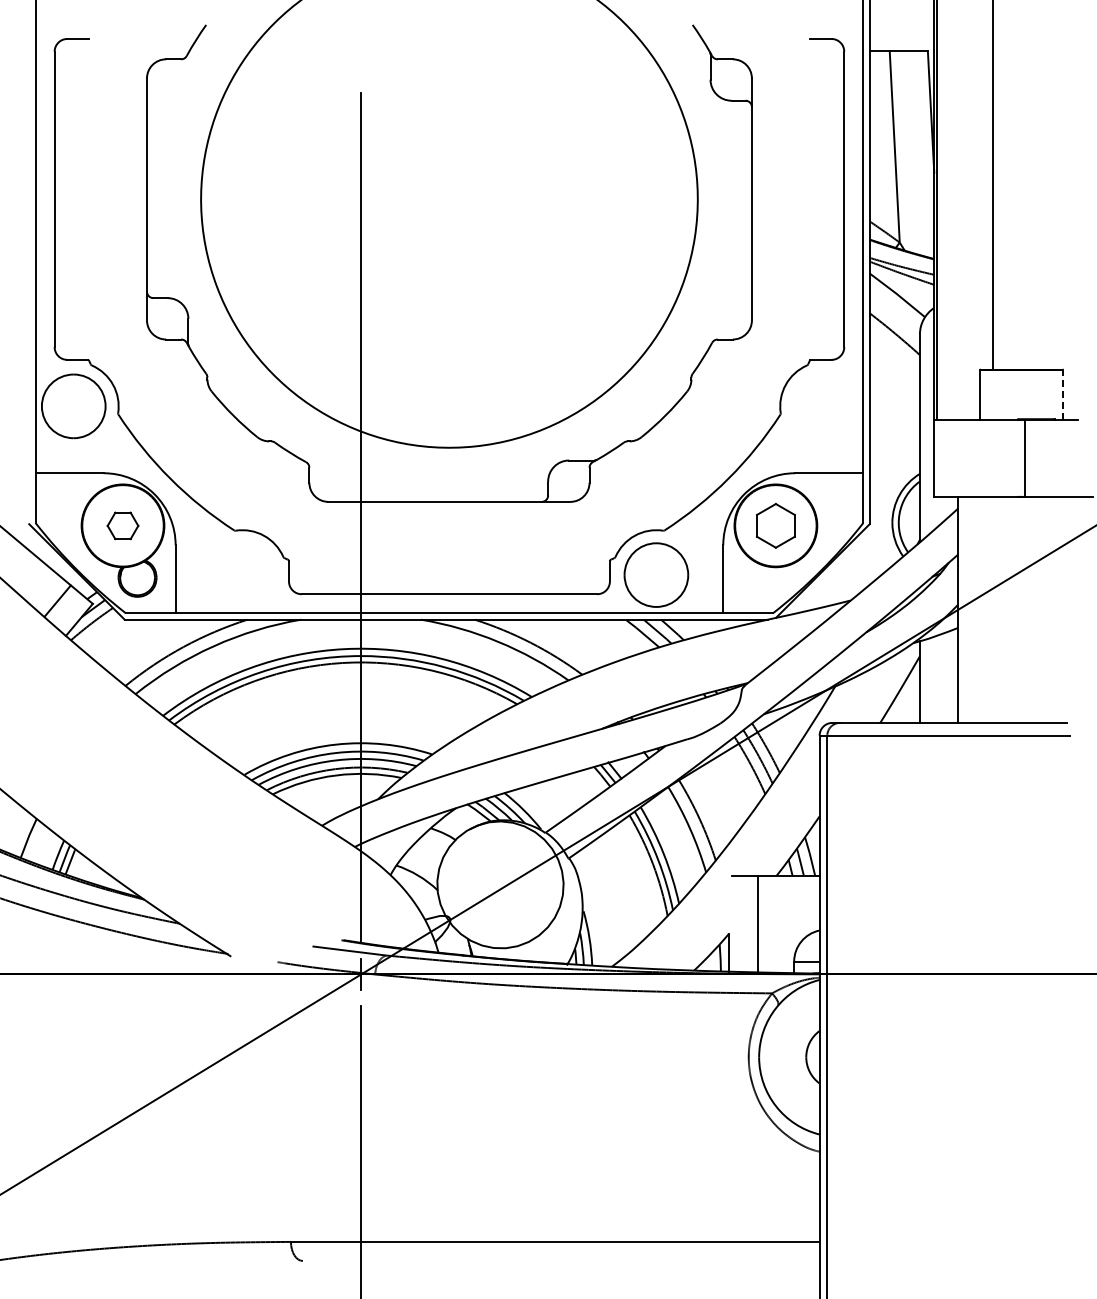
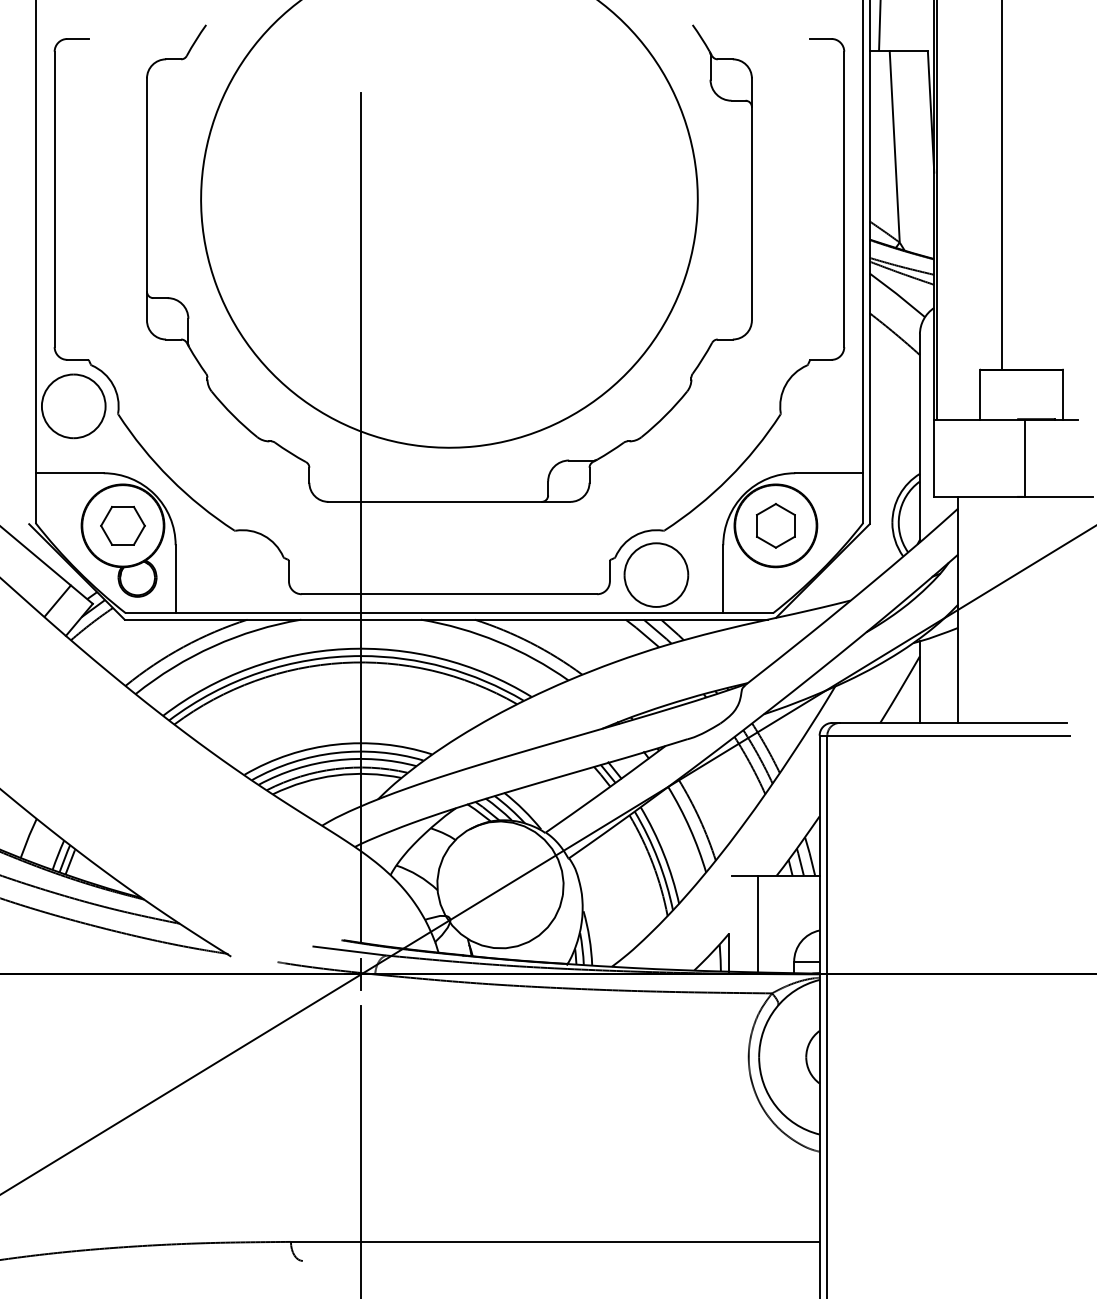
line at (879, 26): none -> present
line at (993, 185) position: (993, 185) -> (1002, 185)
line at (1063, 394): dashed -> solid
part at (122, 525) size: 34x30 px -> 46x40 px
